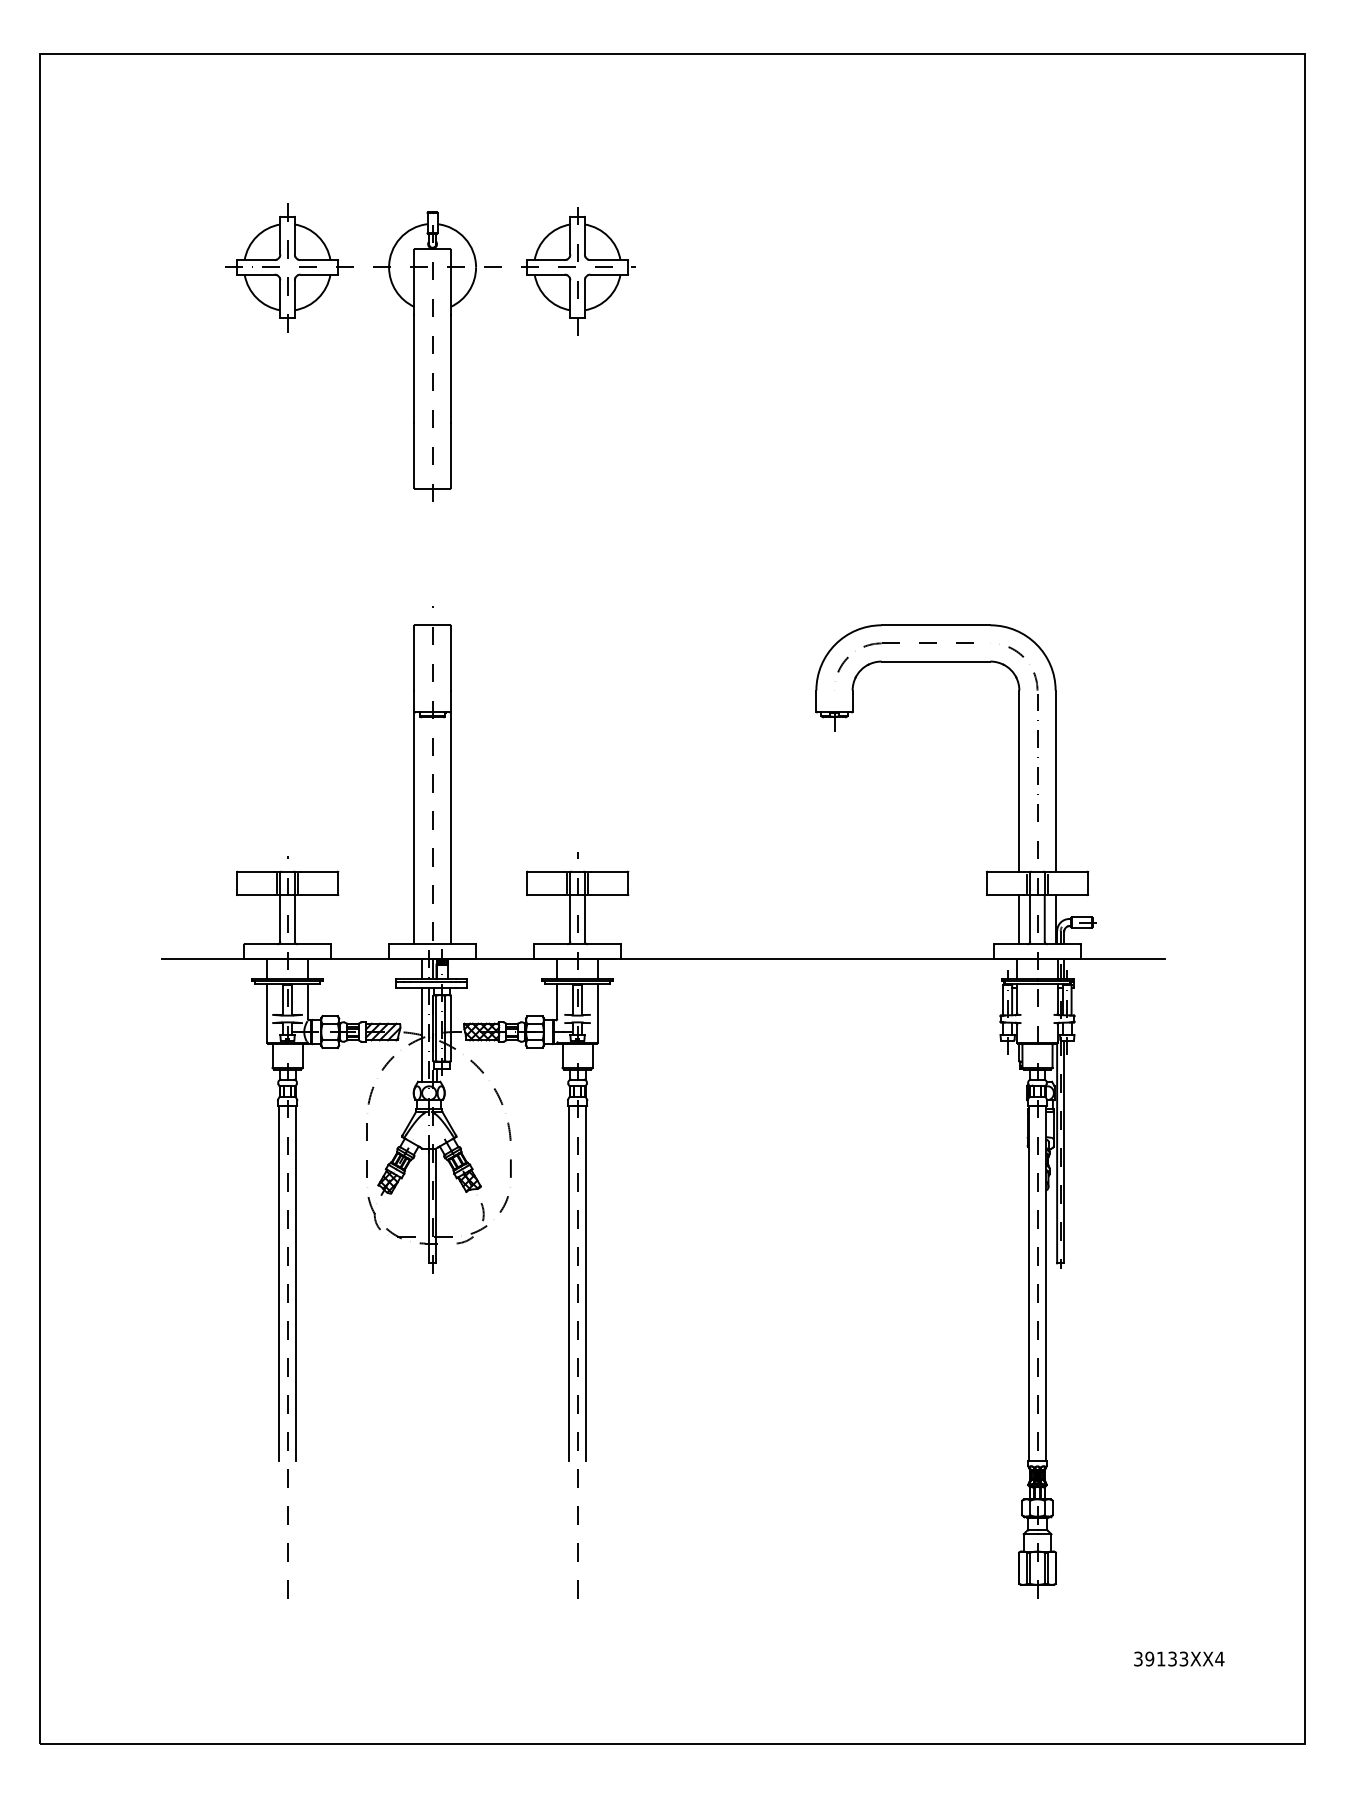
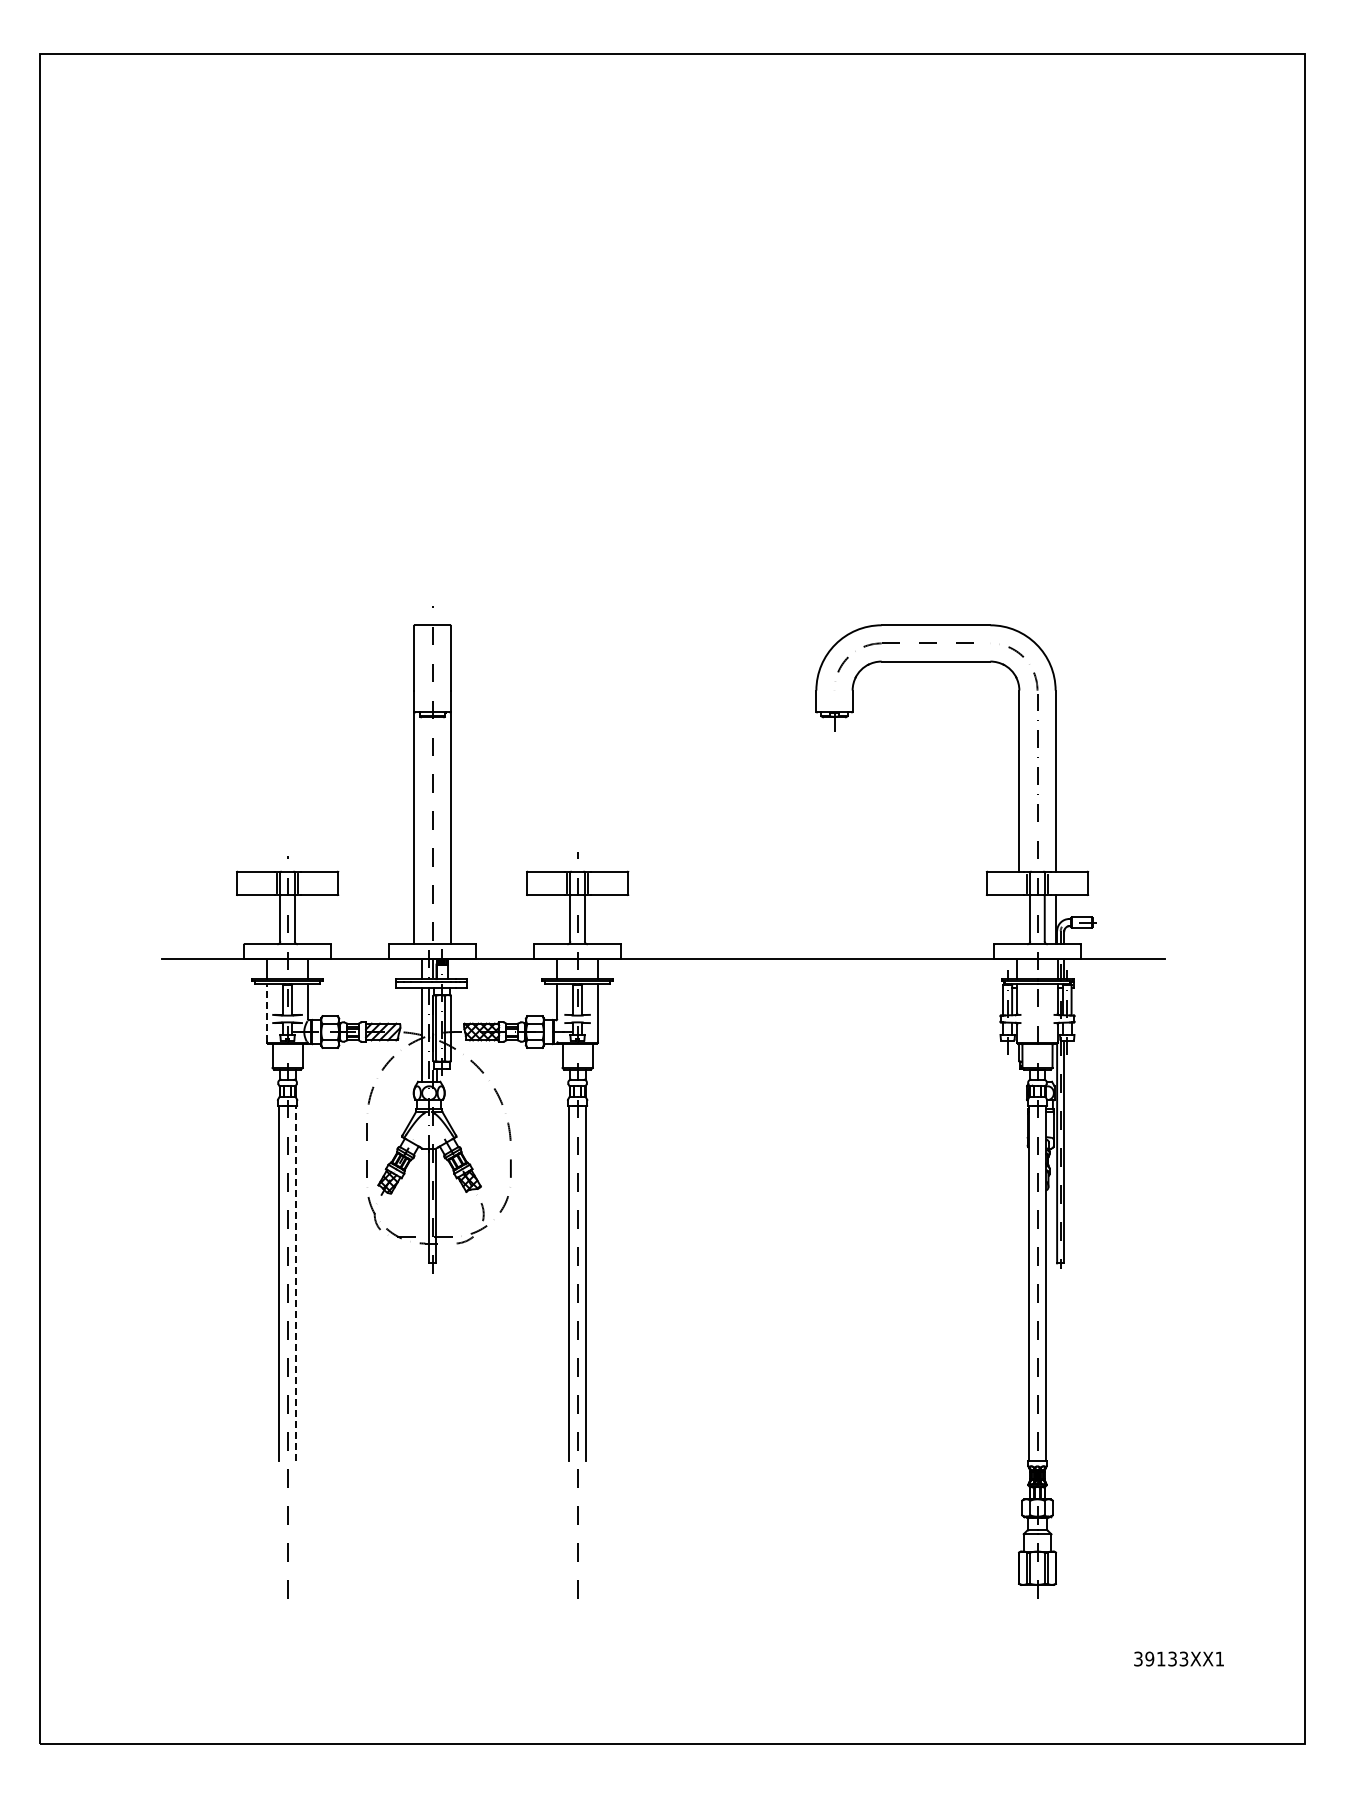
part at (430, 352): present -> none
line at (1019, 919): present -> none
line at (267, 1012): solid -> dashed
line at (296, 1283): solid -> dashed
text at (1219, 1658): 39133XX4 -> 39133XX1
